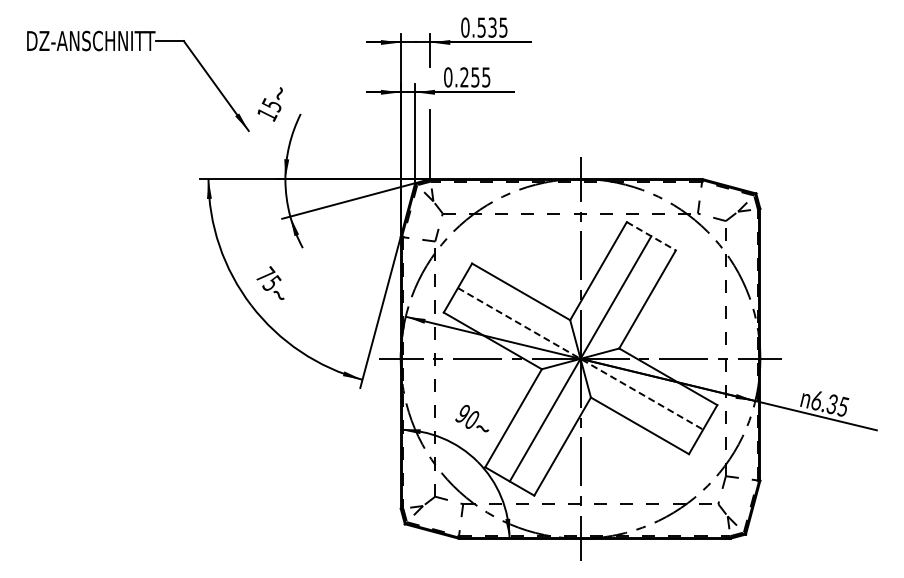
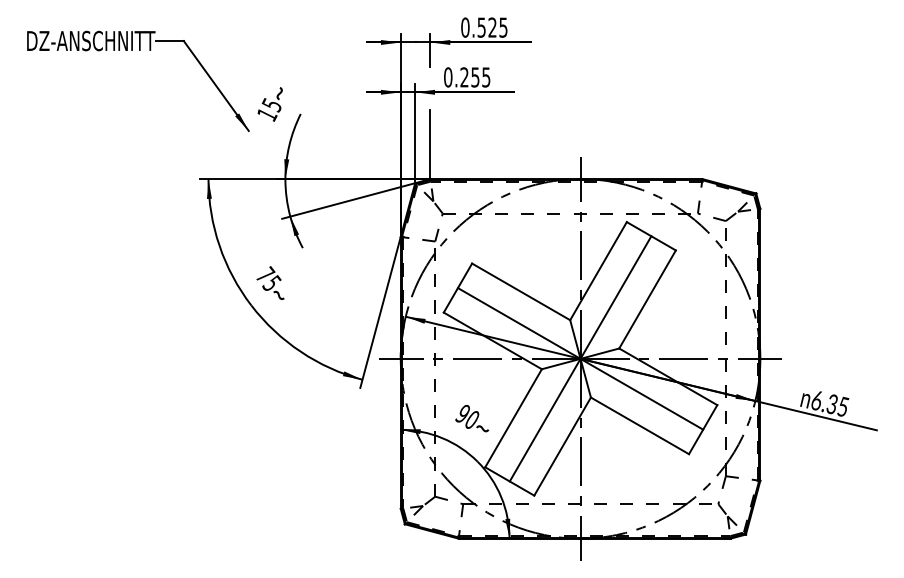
text at (492, 27): 0.535 -> 0.525
line at (651, 236): dashed -> solid
line at (580, 358): dashed -> solid
